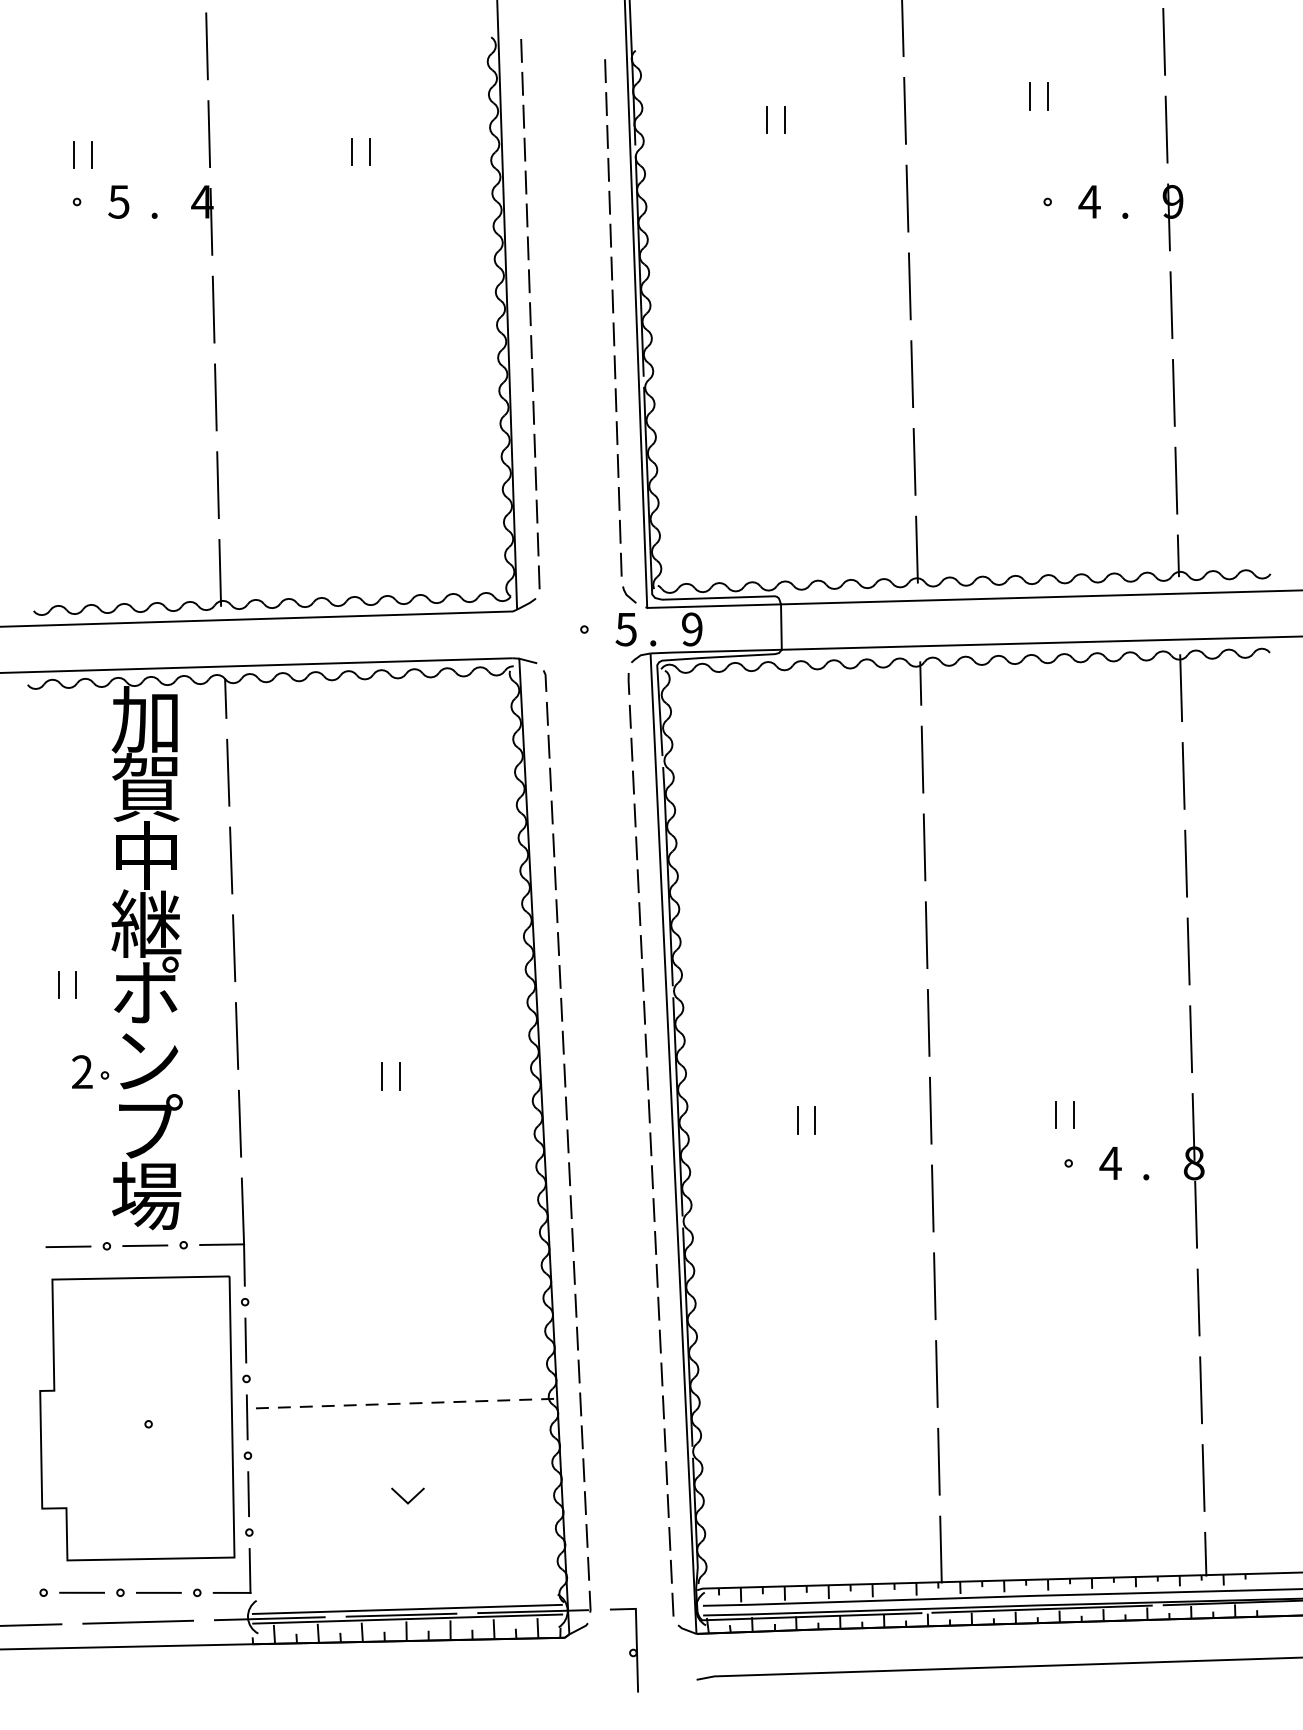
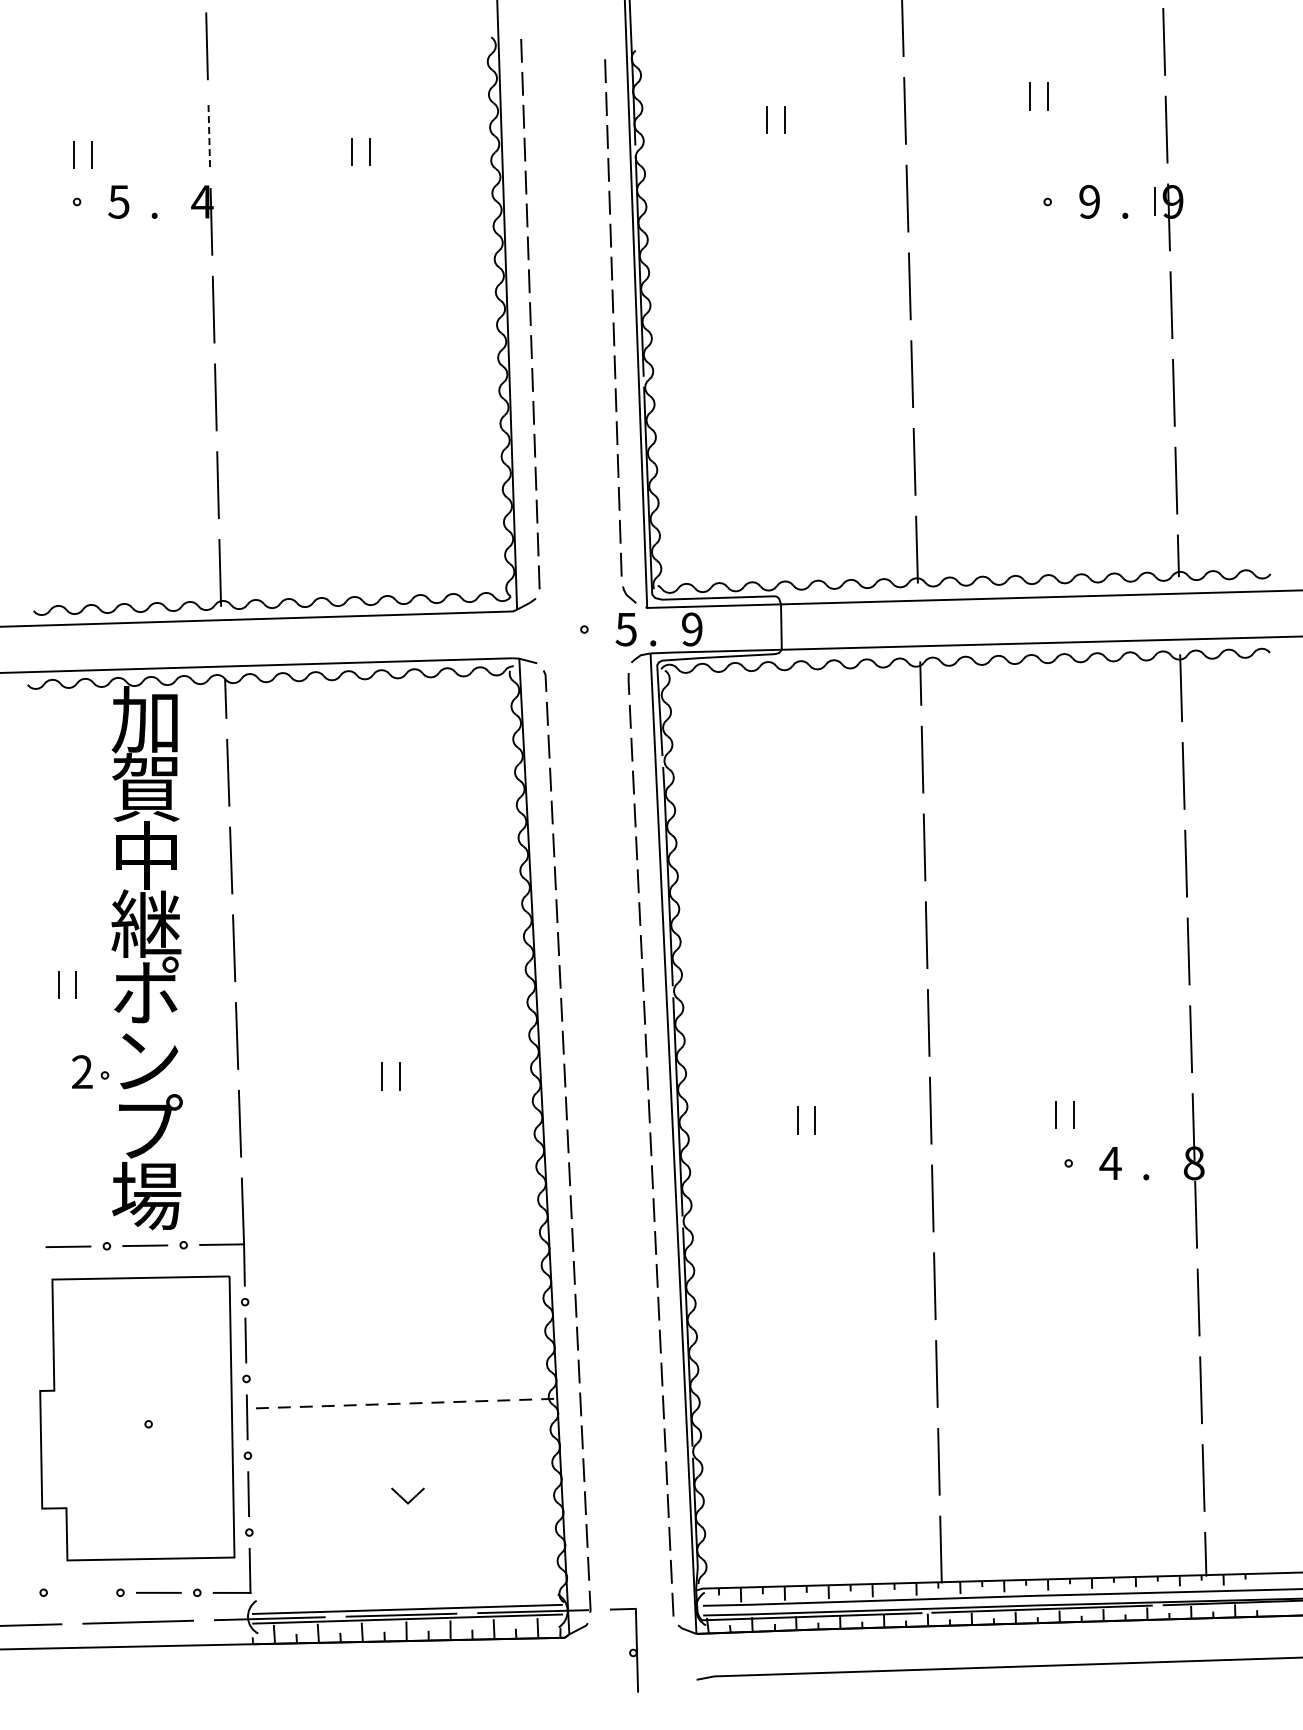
line at (209, 134): solid -> dashed
text at (1089, 201): 4 -> 9
line at (1154, 201): none -> present
line at (82, 1592): present -> none
